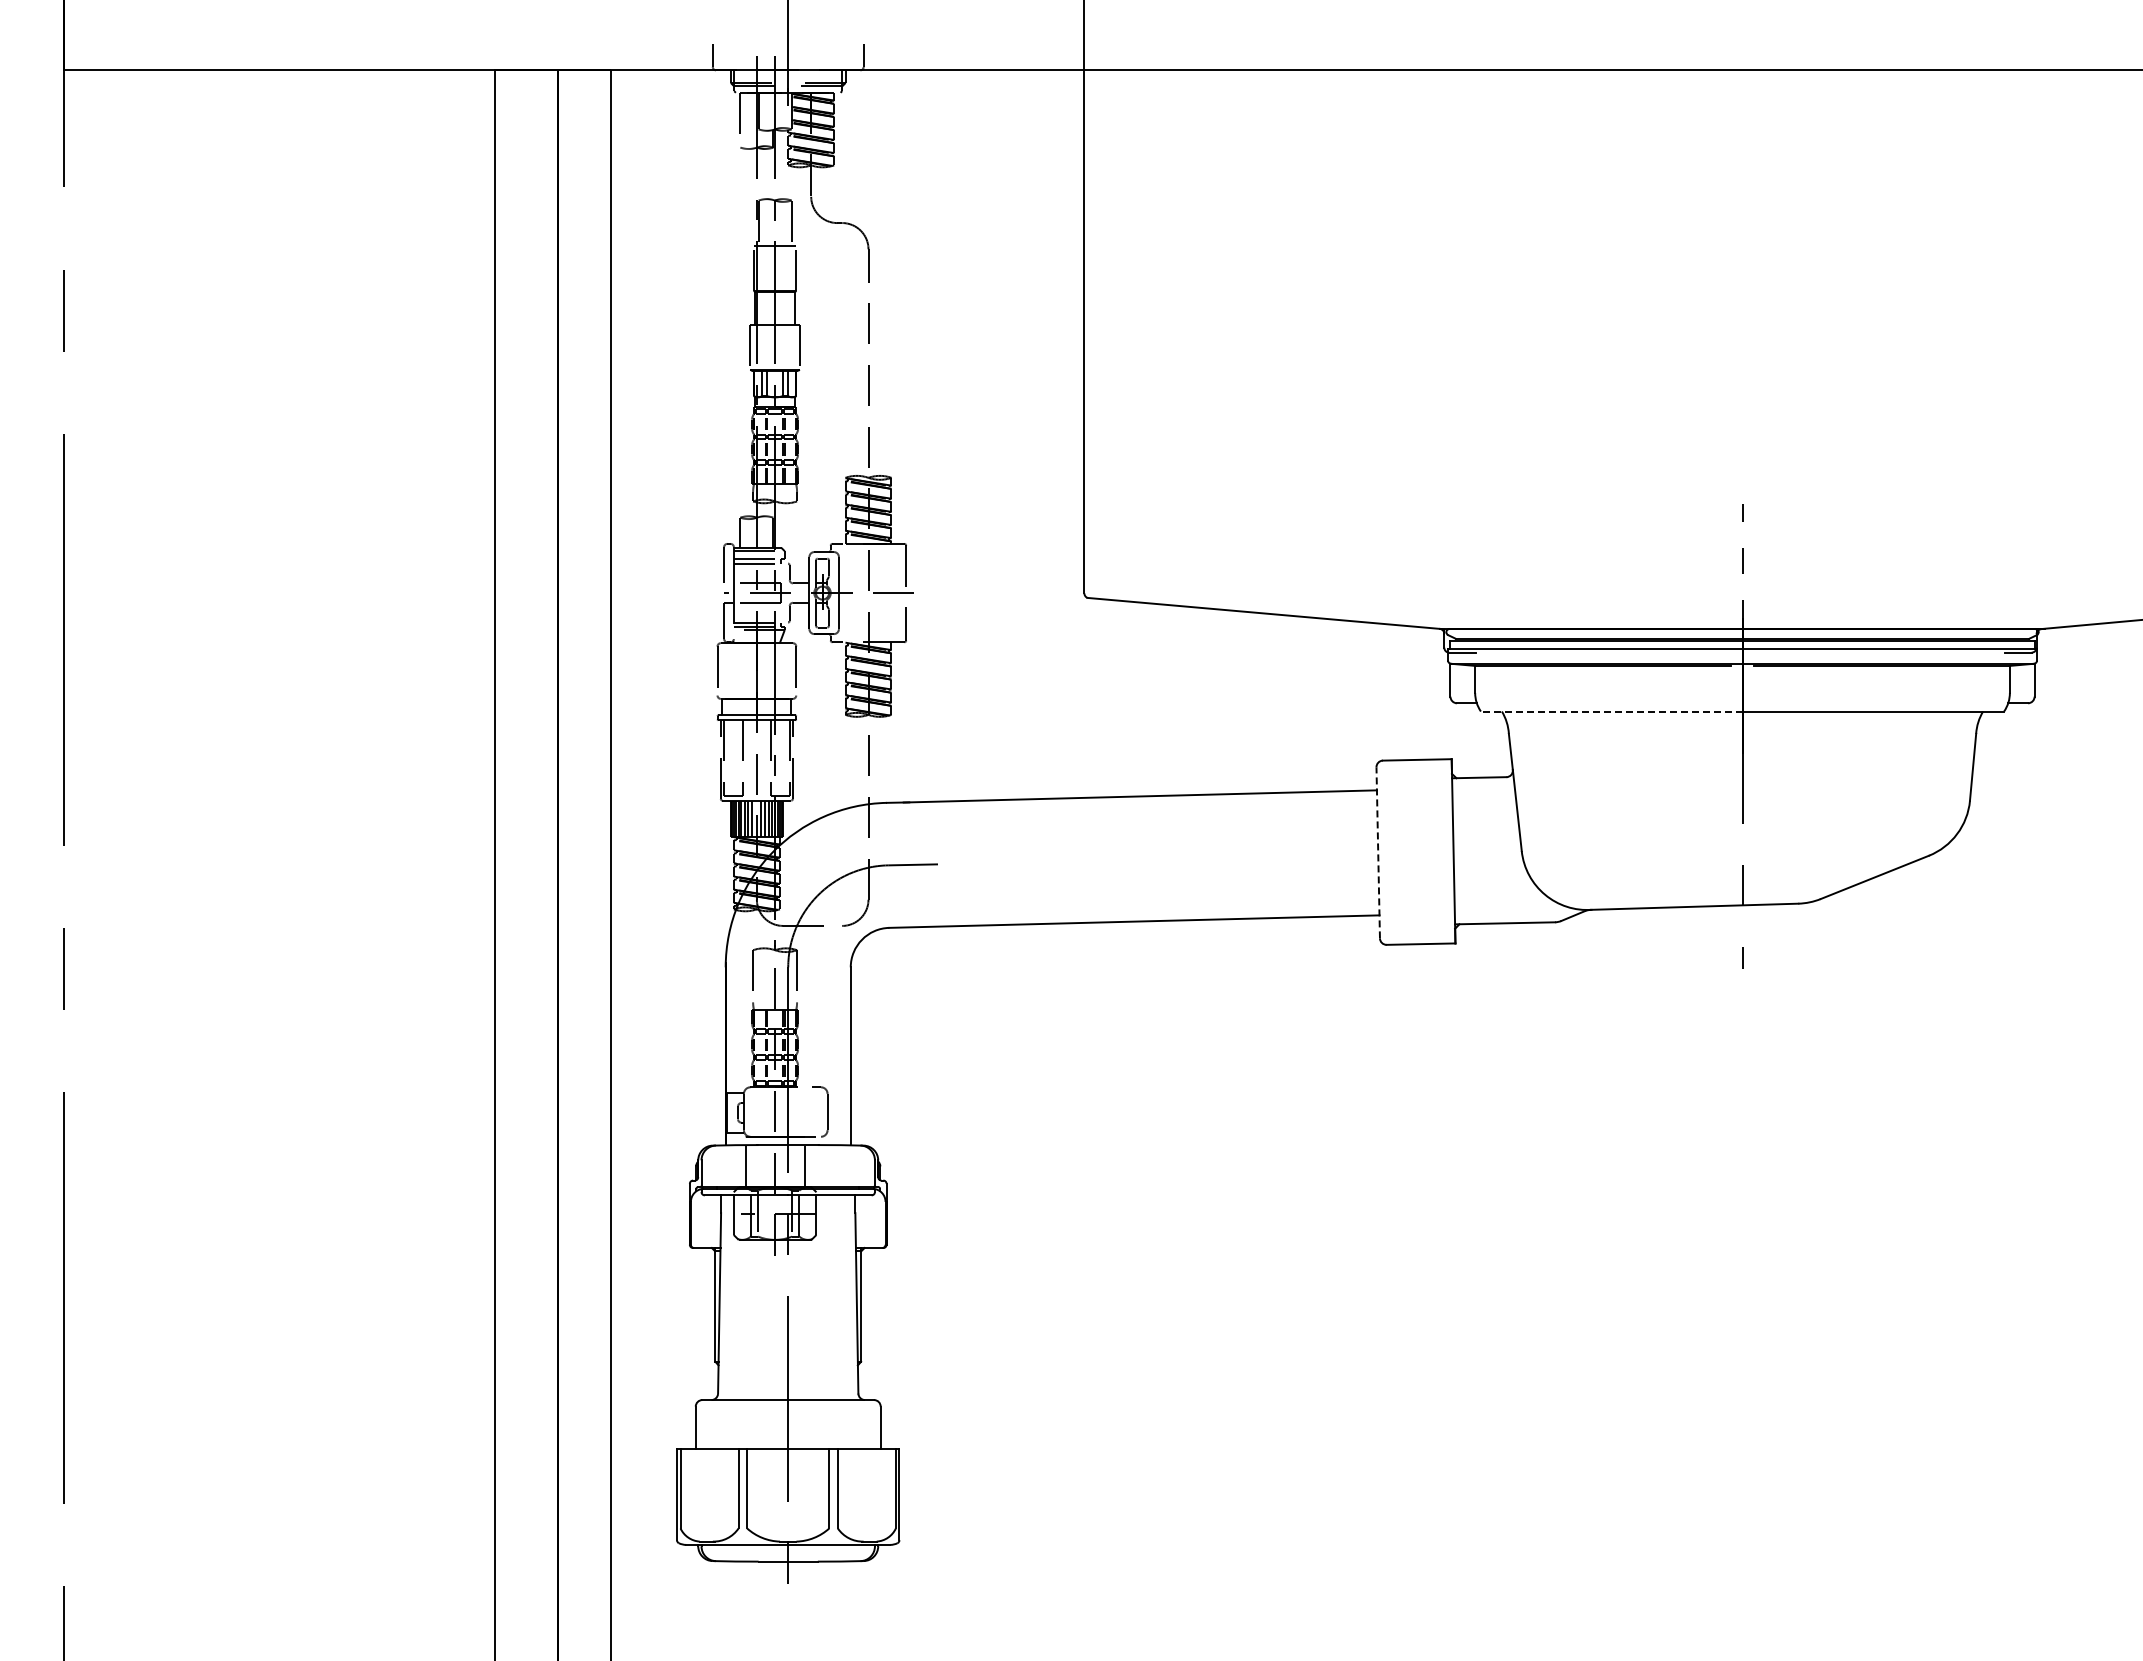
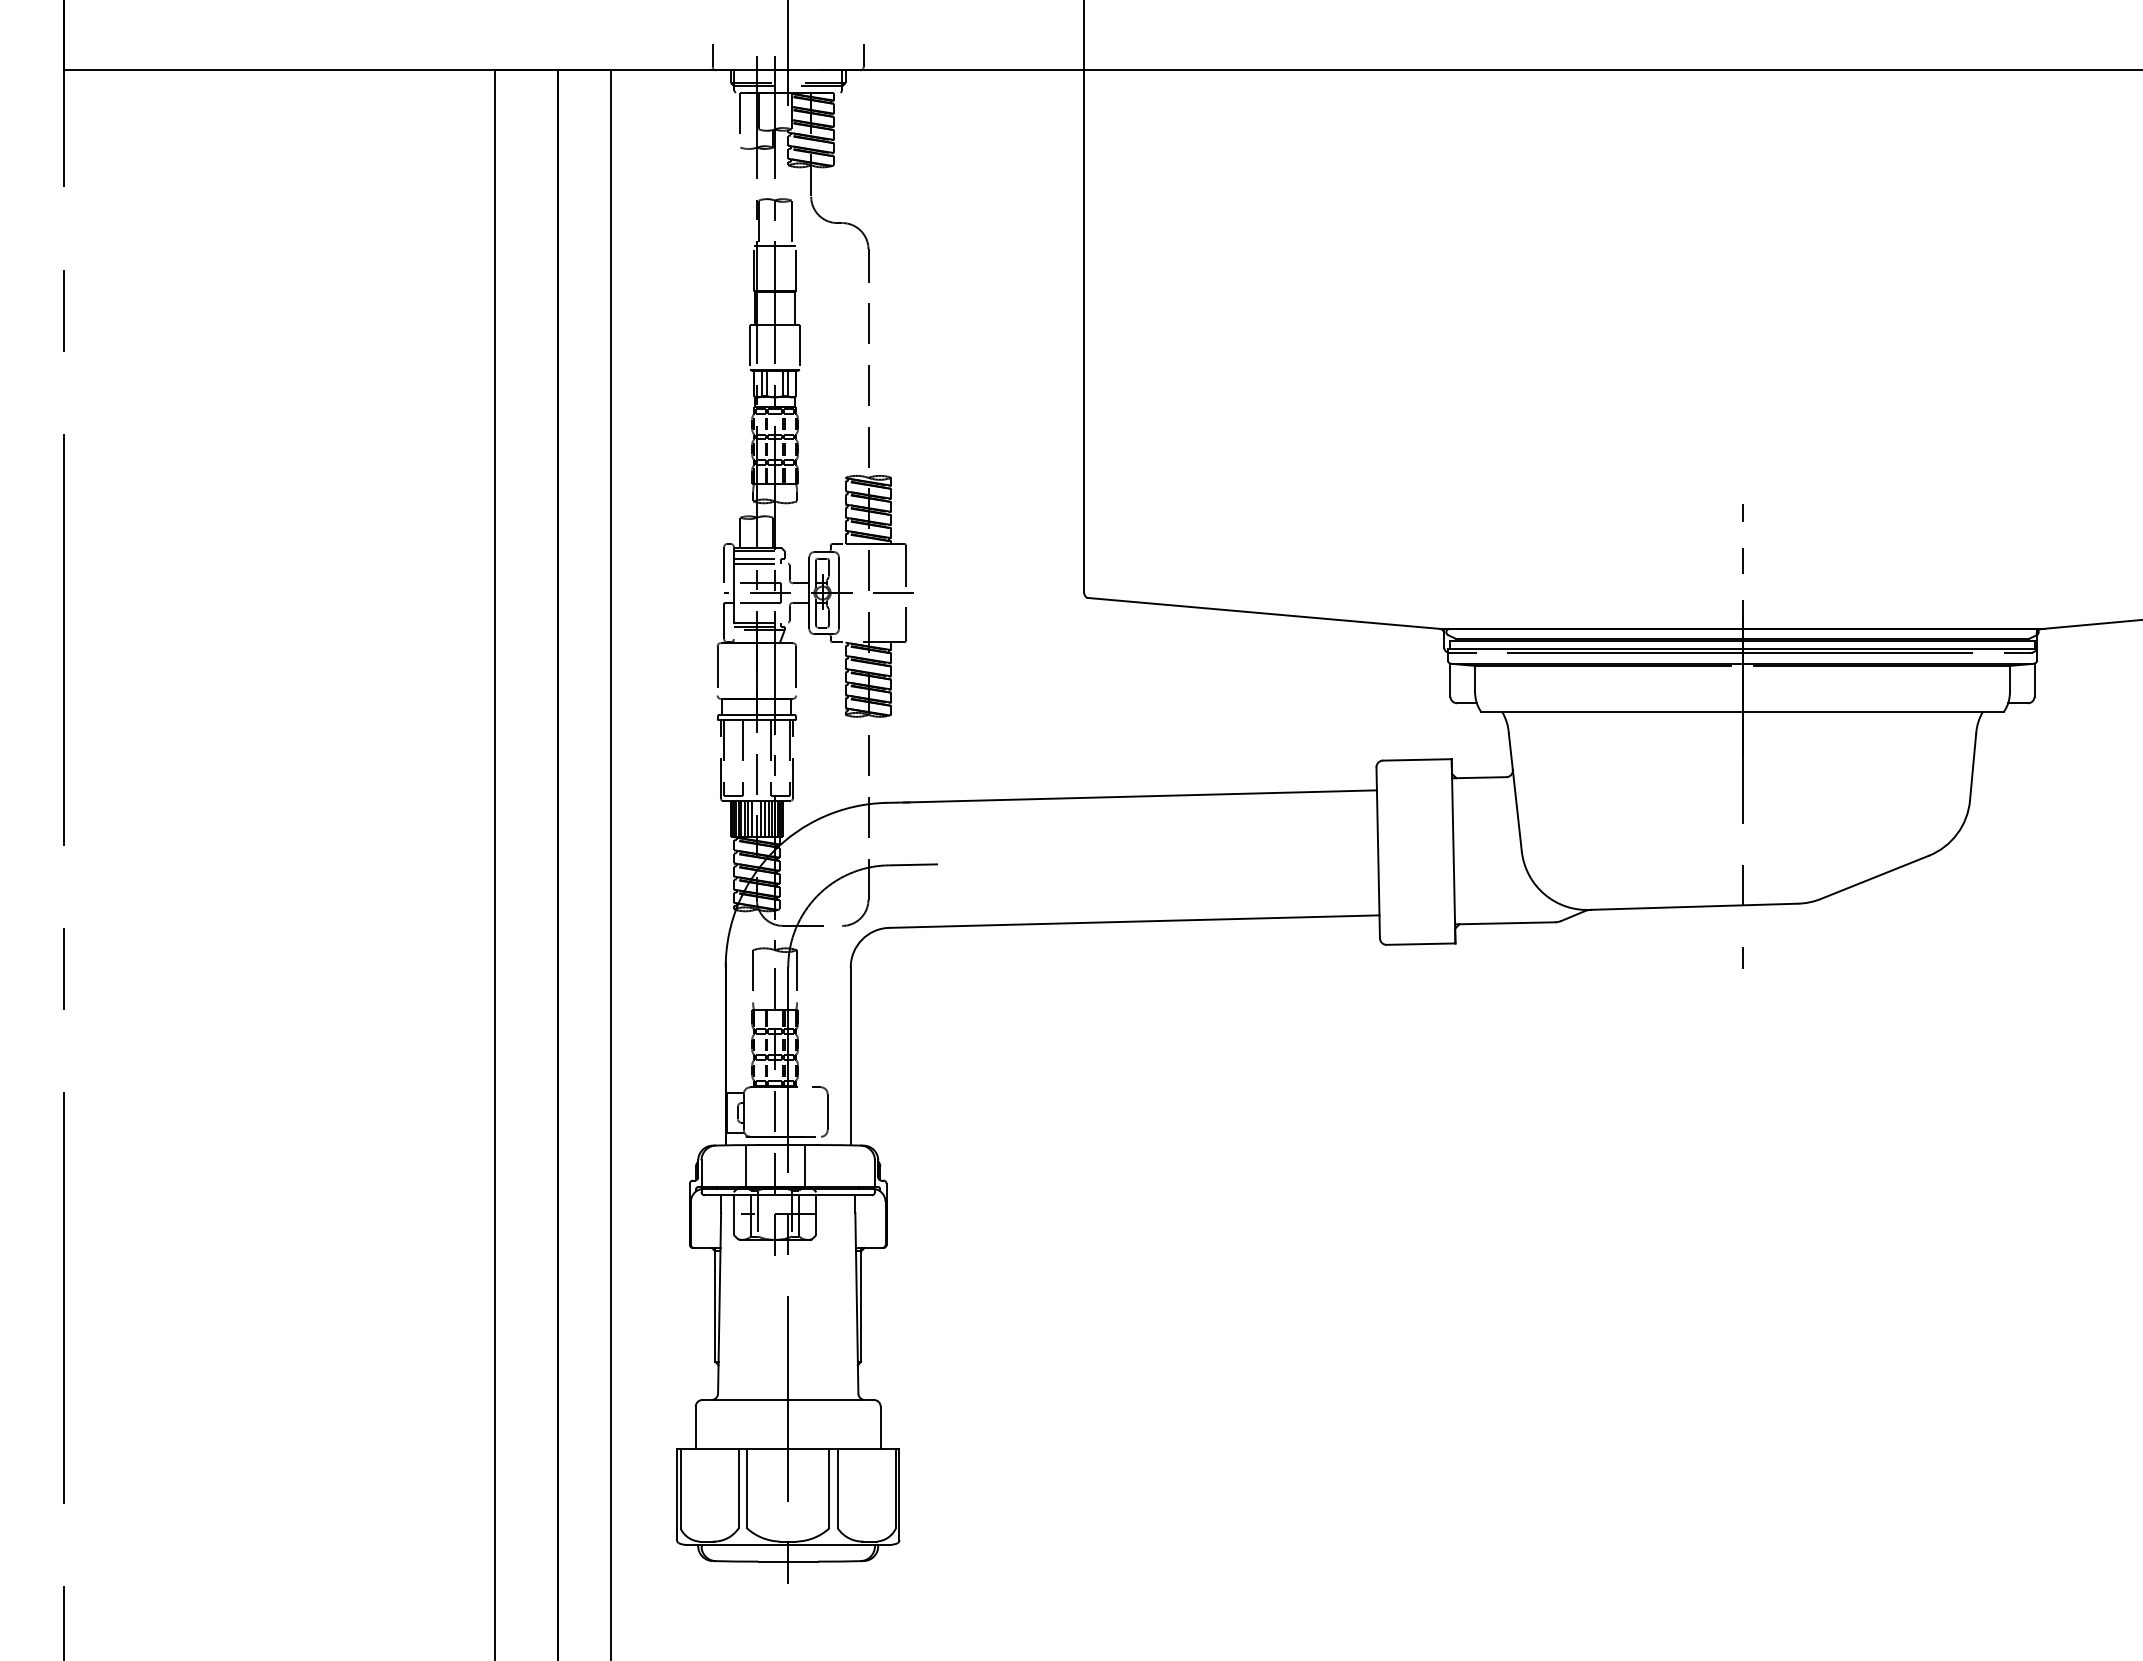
line at (1740, 652): none -> present
line at (1611, 711): dashed -> solid
line at (1378, 852): dashed -> solid
